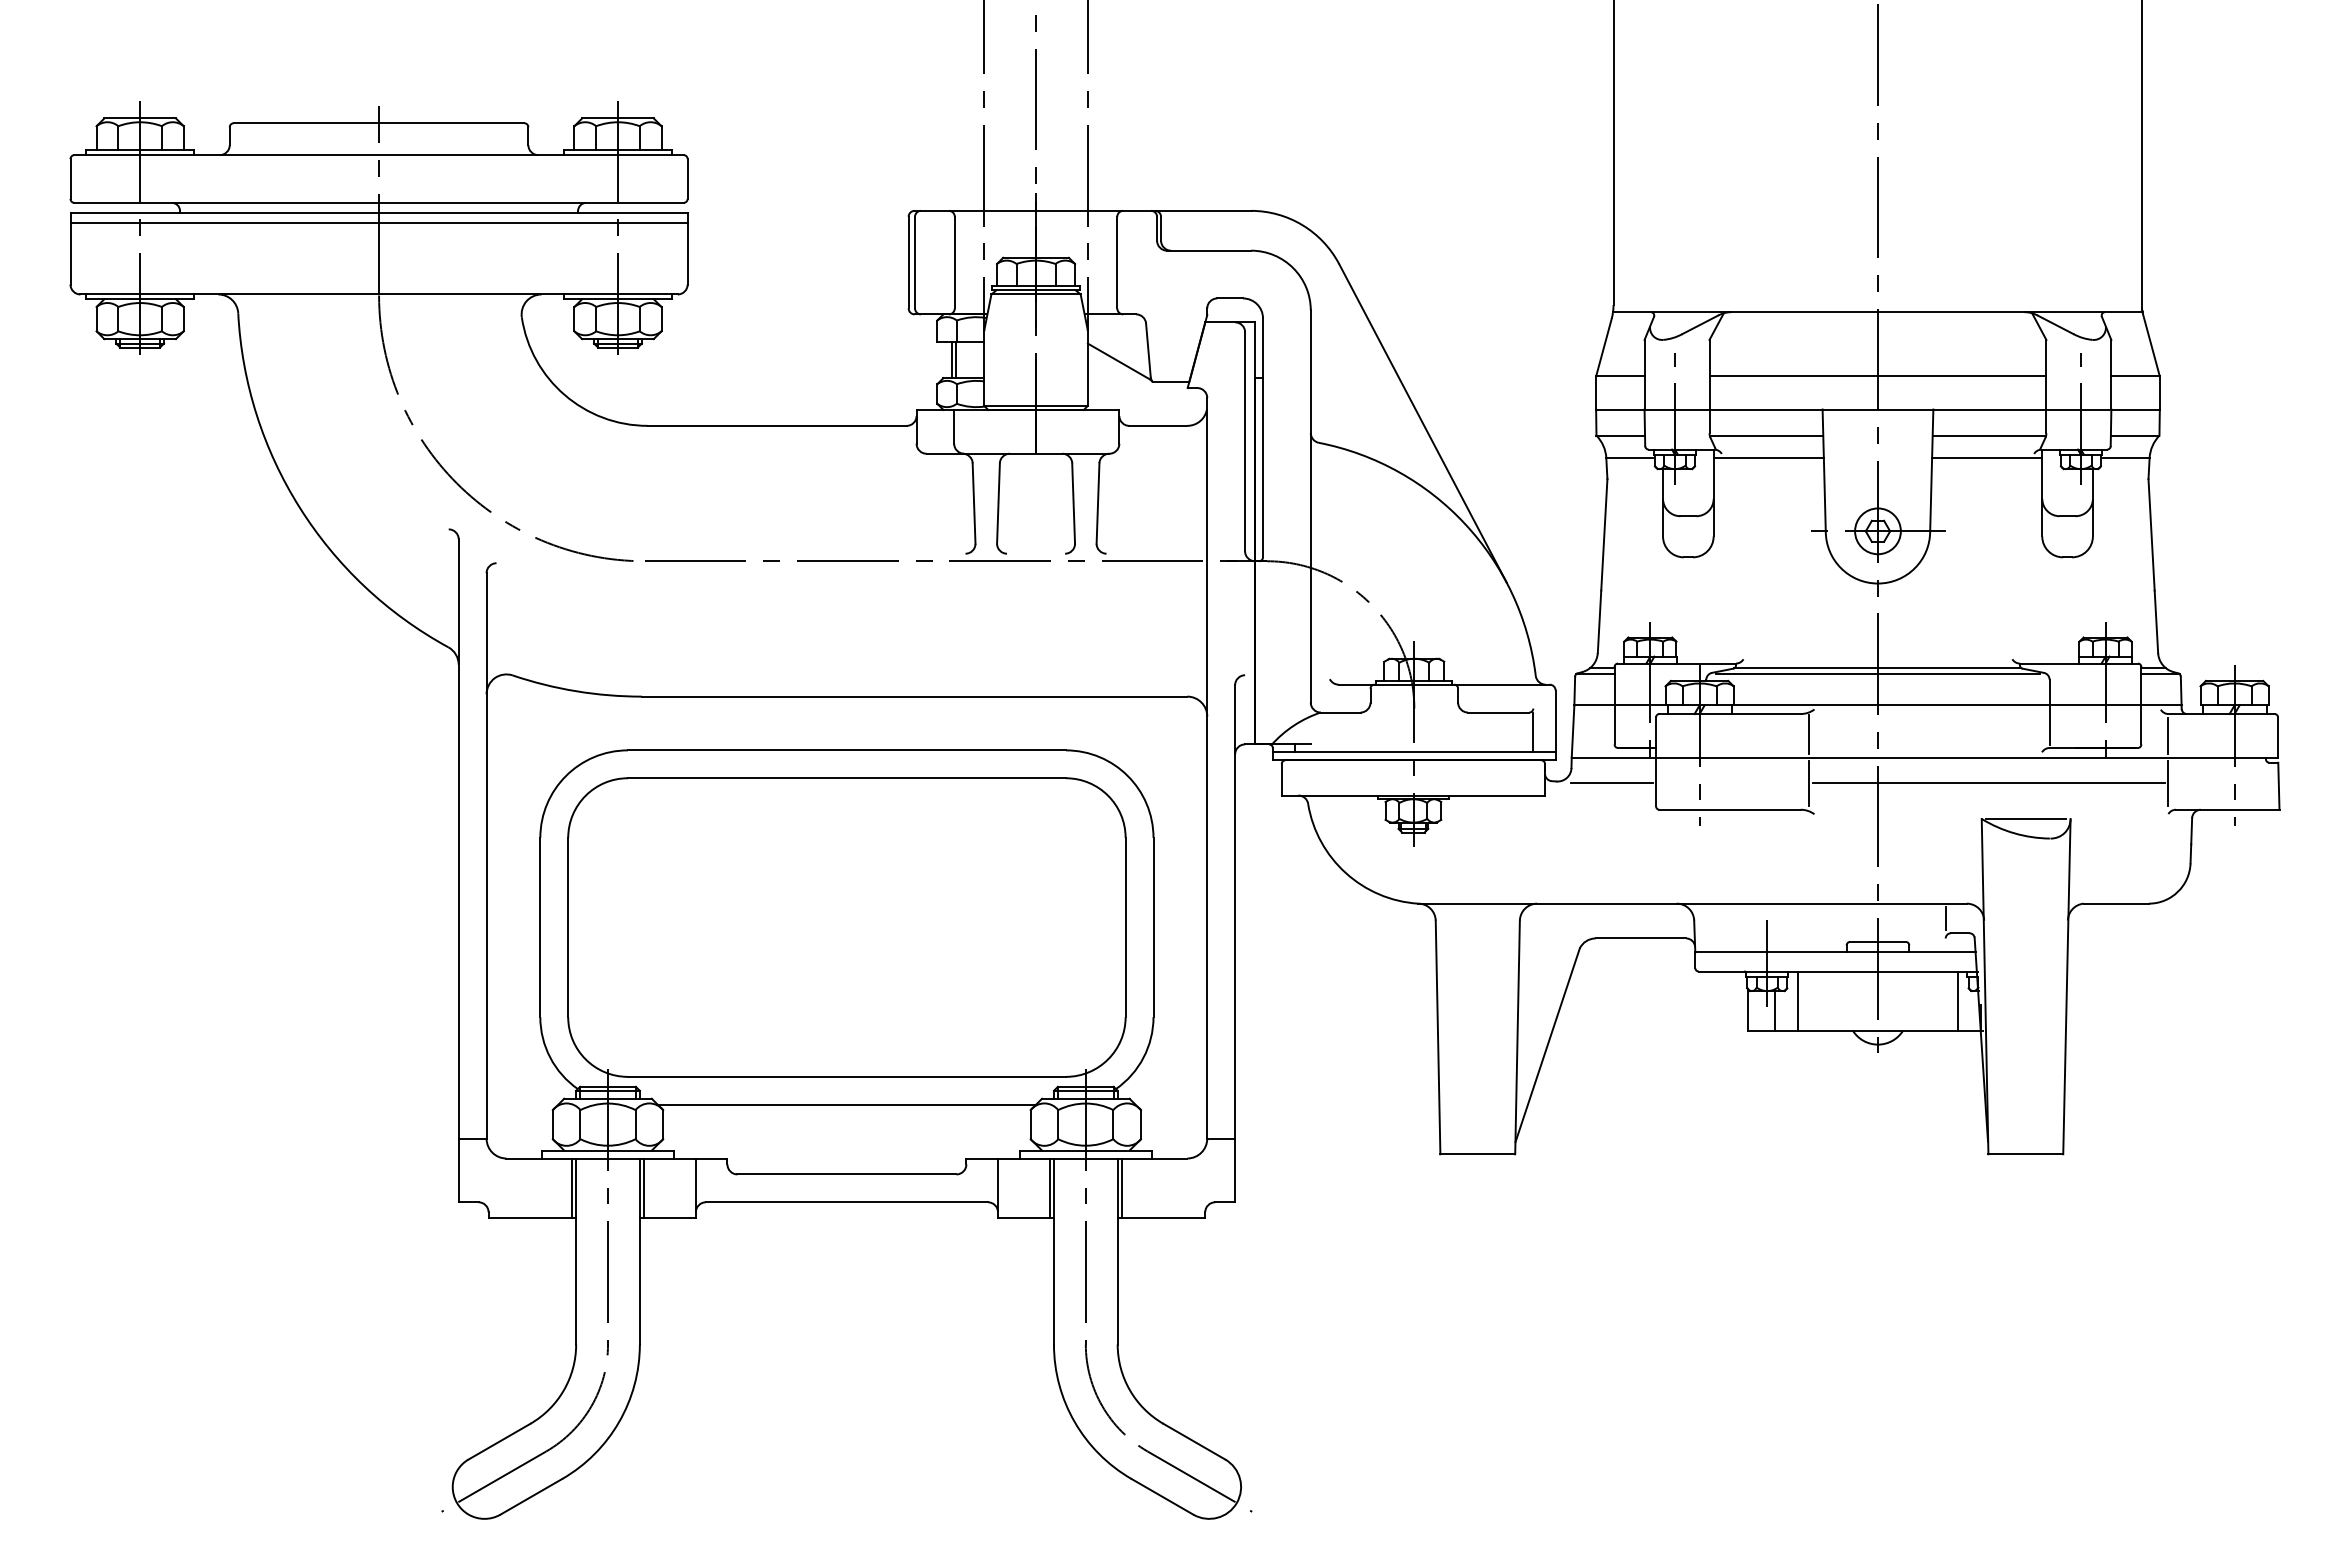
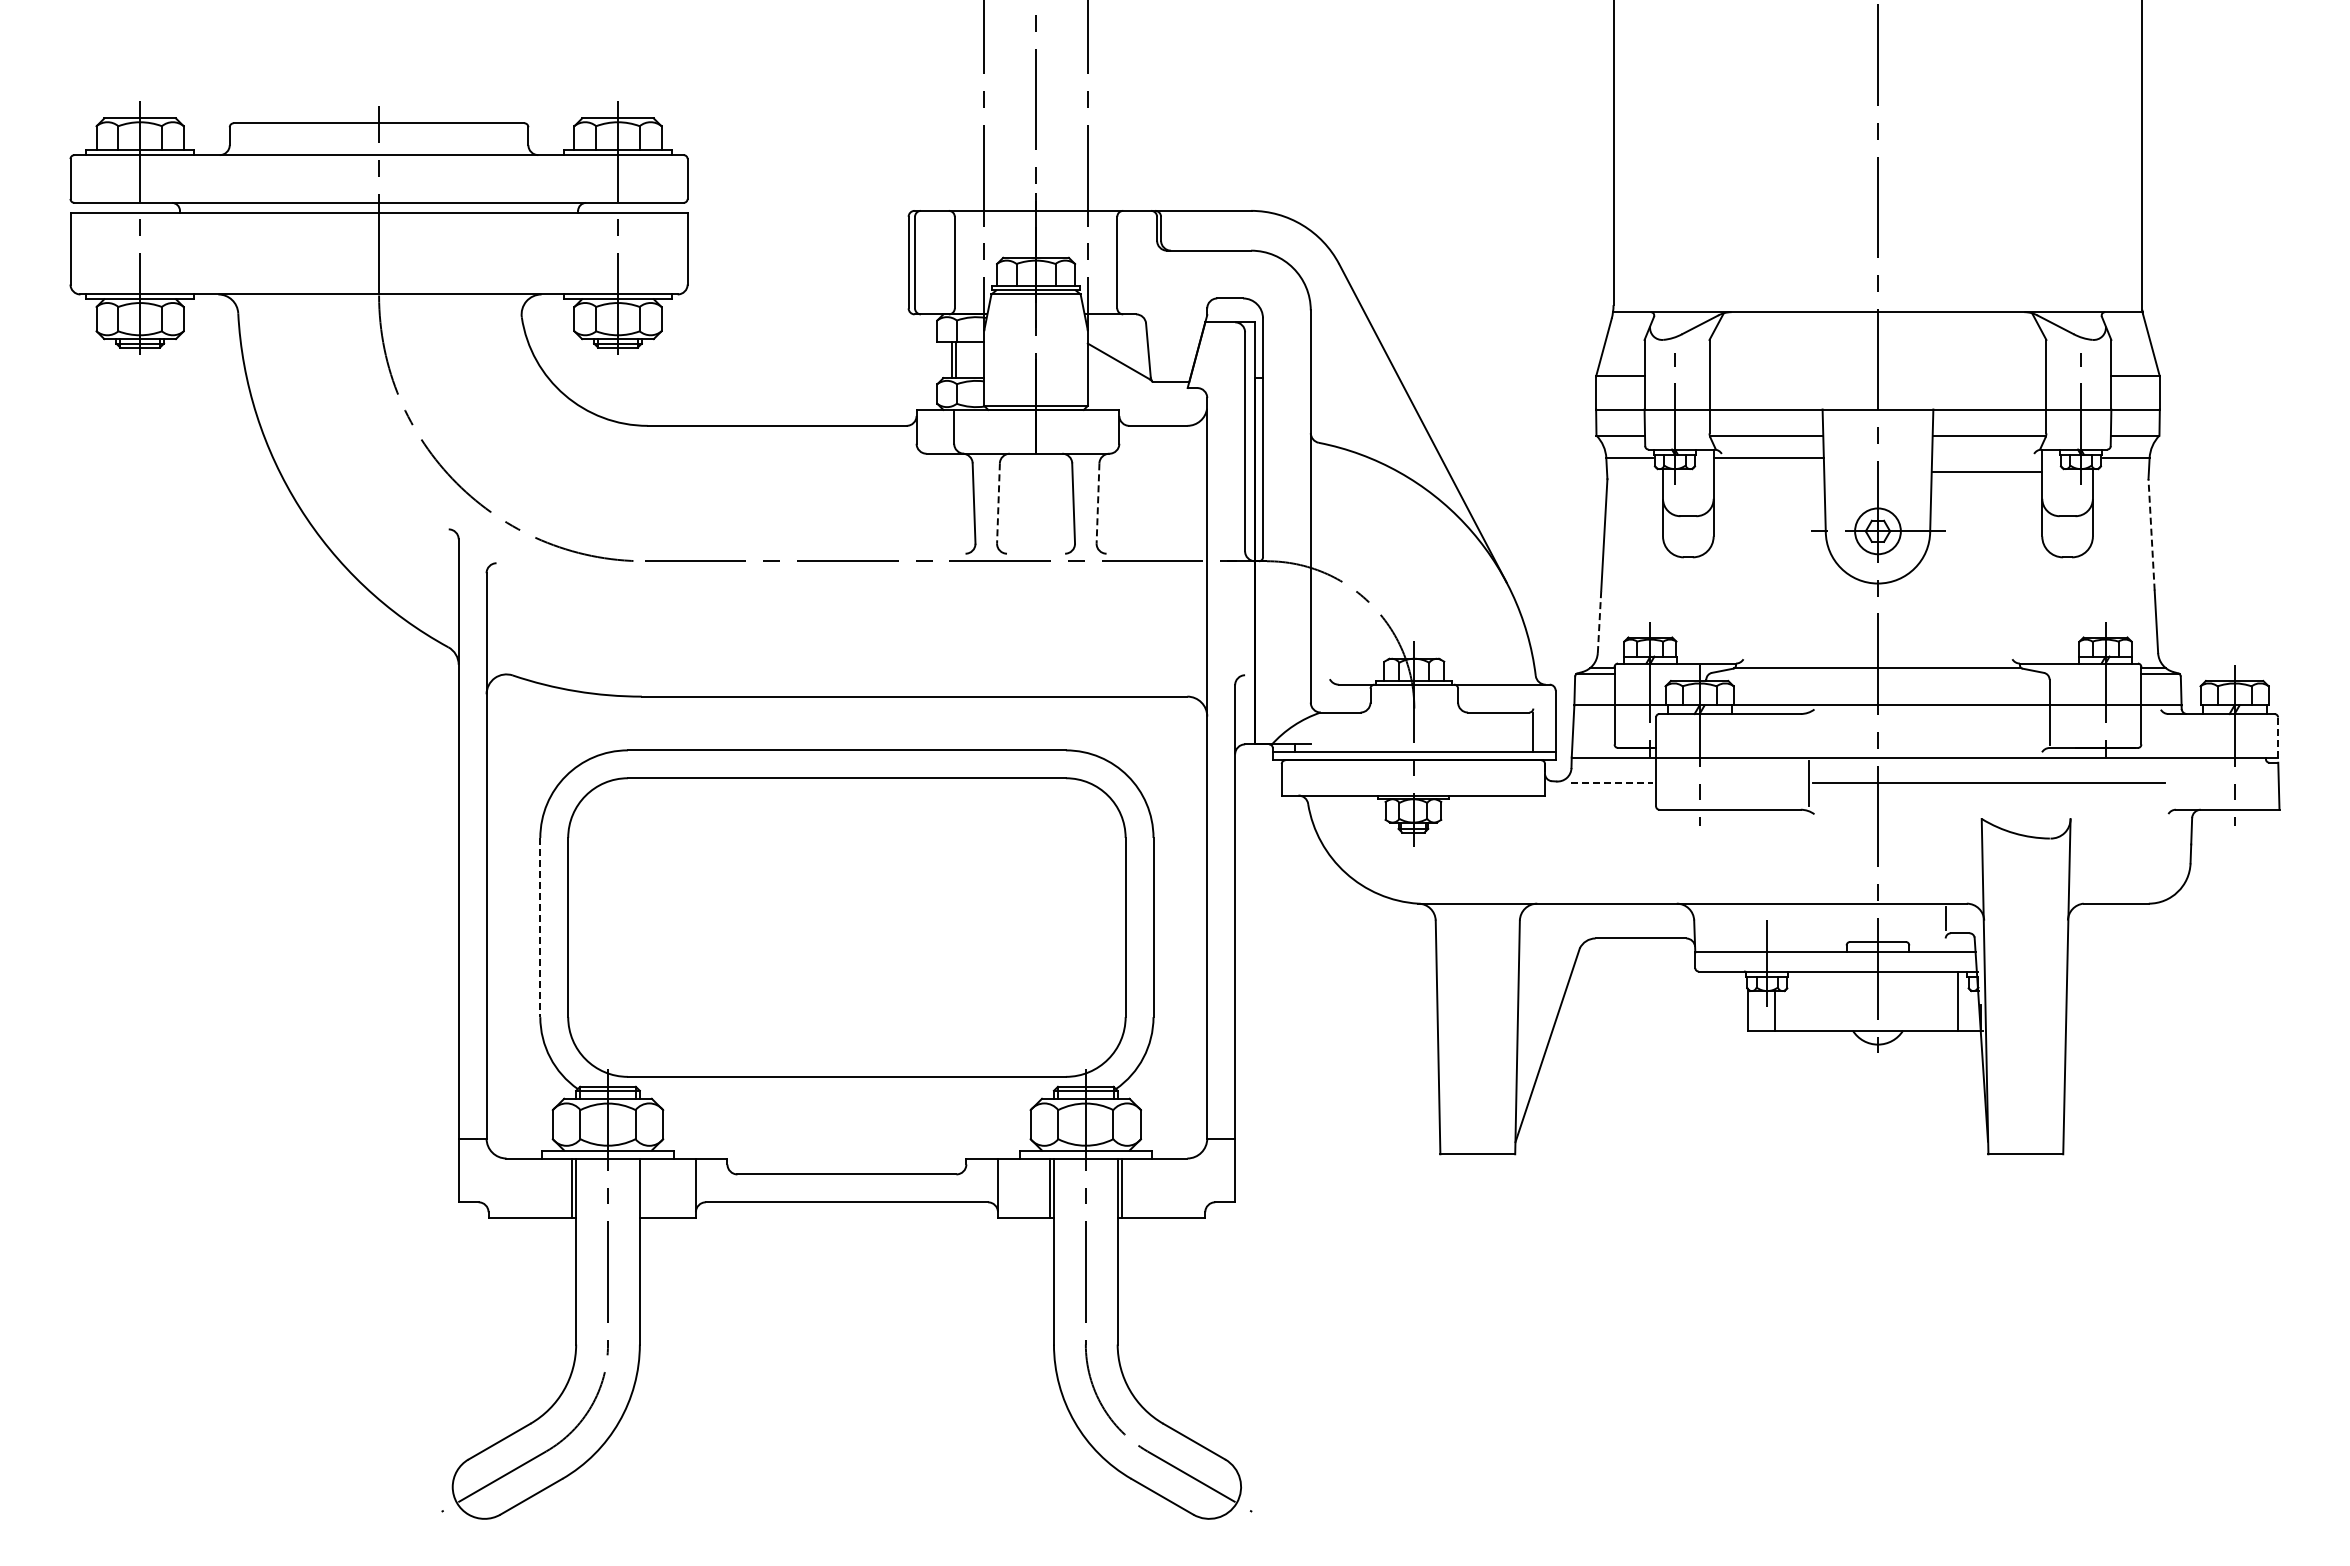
line at (378, 222): present -> none
line at (1877, 376): present -> none
line at (1987, 458) position: (1987, 458) -> (1987, 472)
line at (998, 504): solid -> dashed
line at (1098, 504): solid -> dashed
line at (2151, 534): solid -> dashed
line at (1599, 621): solid -> dashed
line at (1877, 674): present -> none
line at (1809, 734): present -> none
line at (2168, 735): present -> none
line at (2278, 737): solid -> dashed
line at (1611, 782): solid -> dashed
line at (2168, 783): present -> none
line at (2025, 818): present -> none
line at (540, 927): solid -> dashed
line at (1797, 1000): present -> none
line at (846, 1104): present -> none
line at (643, 1188): present -> none
